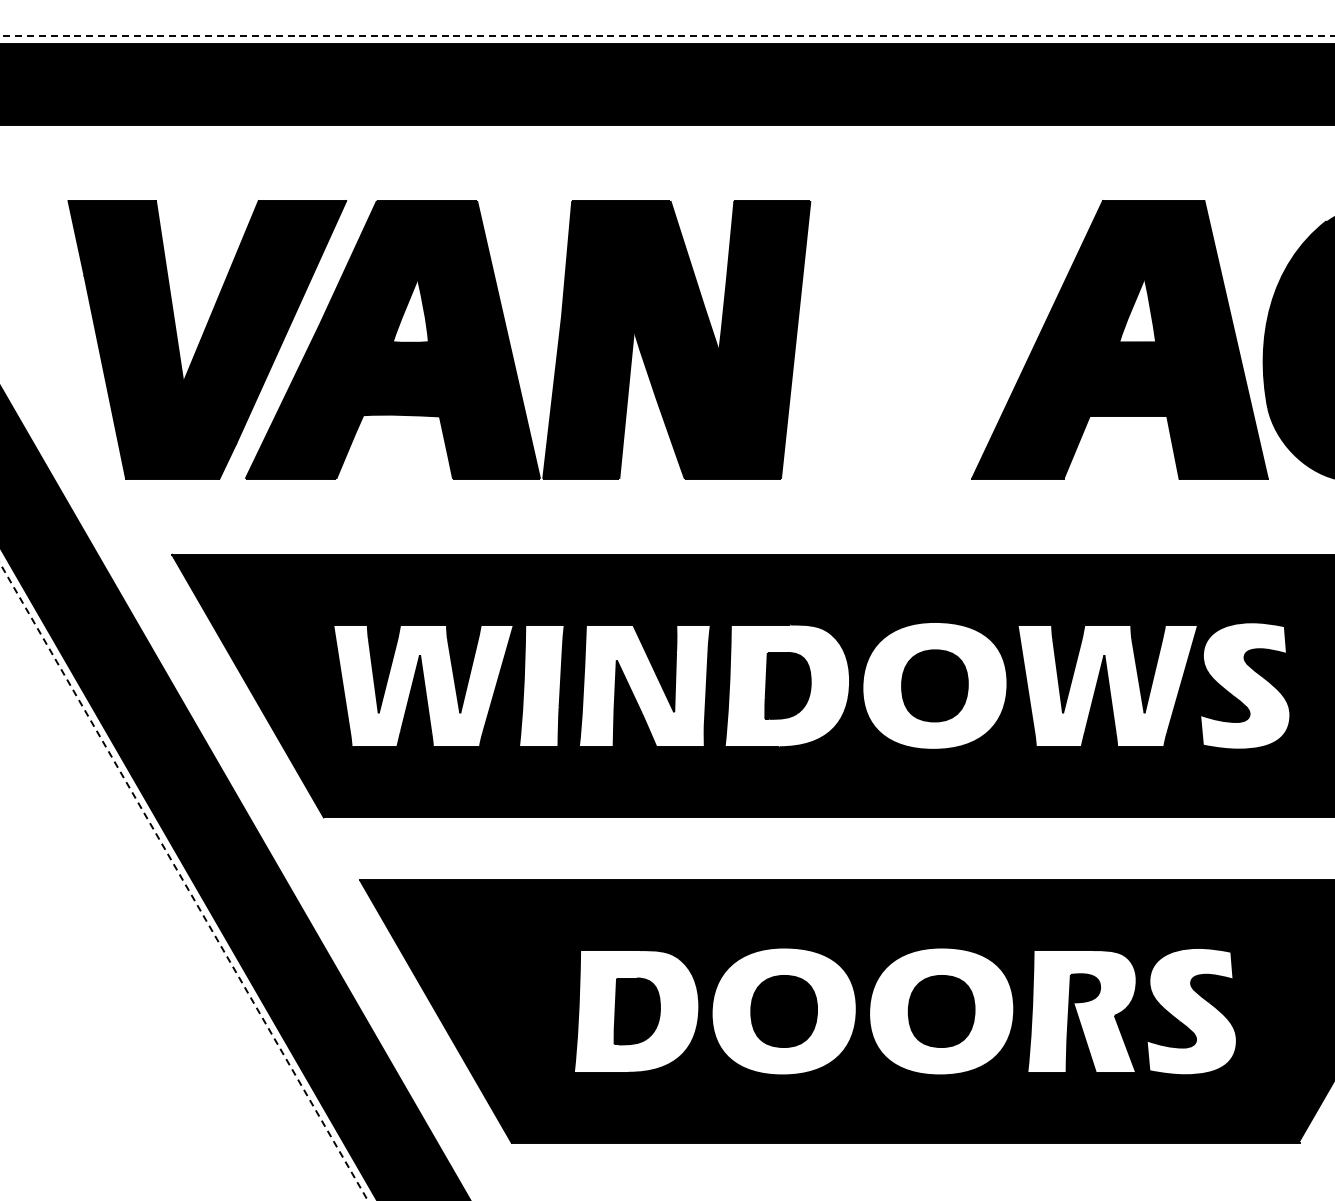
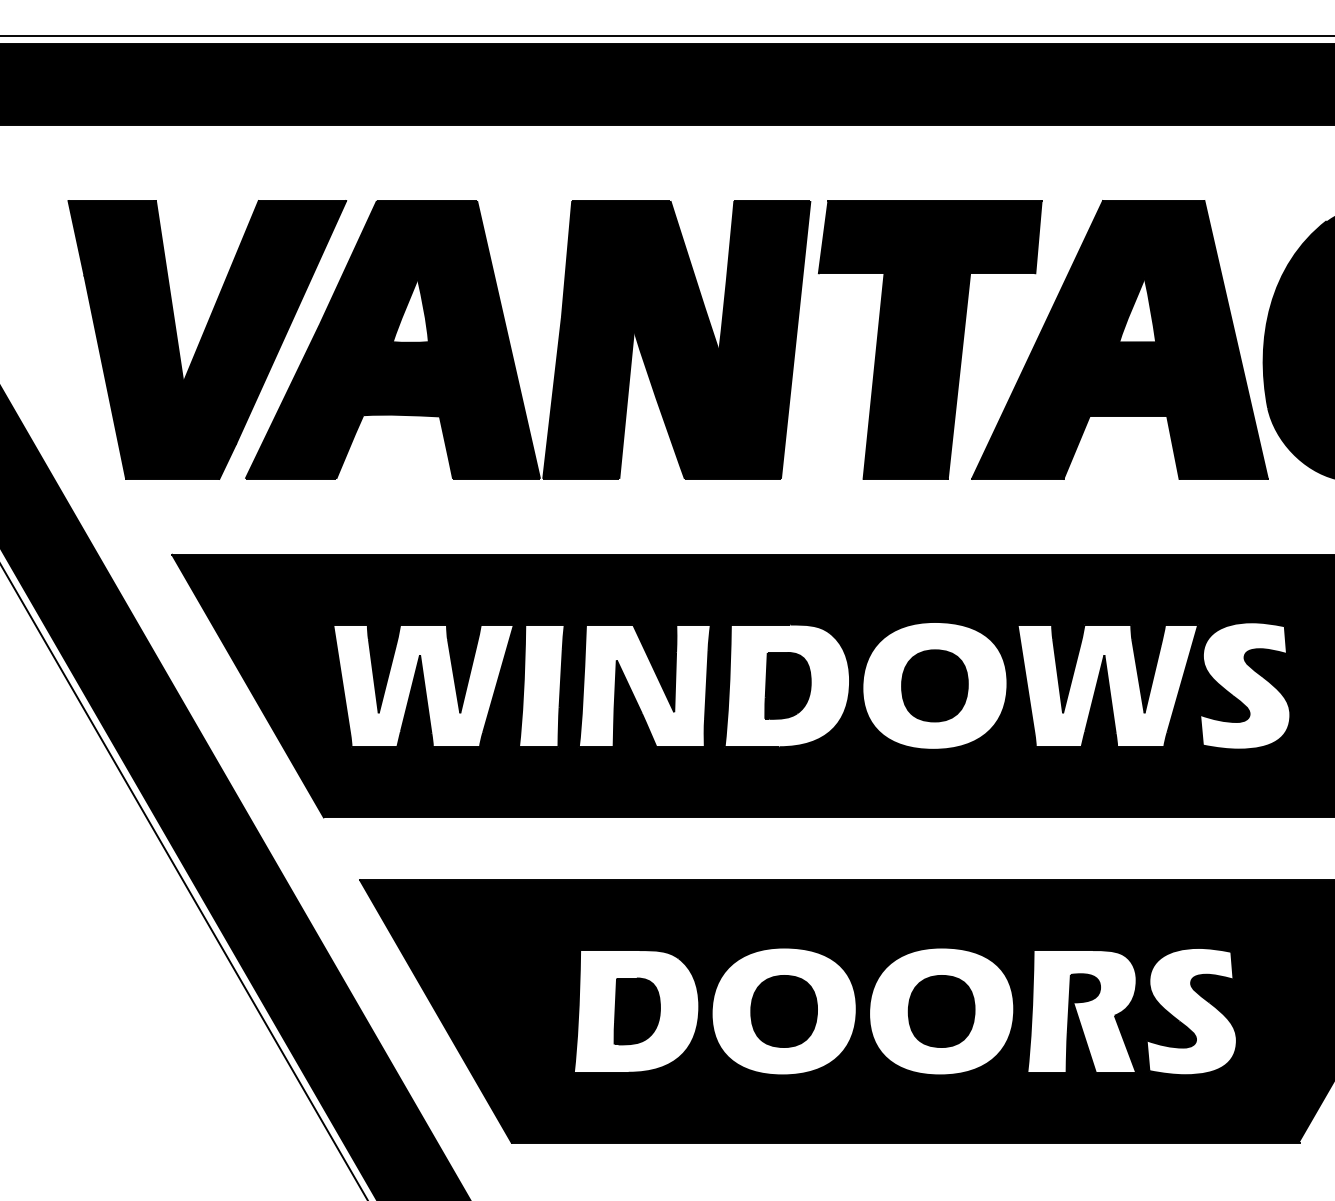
line at (667, 35): dashed -> solid
part at (930, 339): none -> present
line at (183, 881): dashed -> solid
